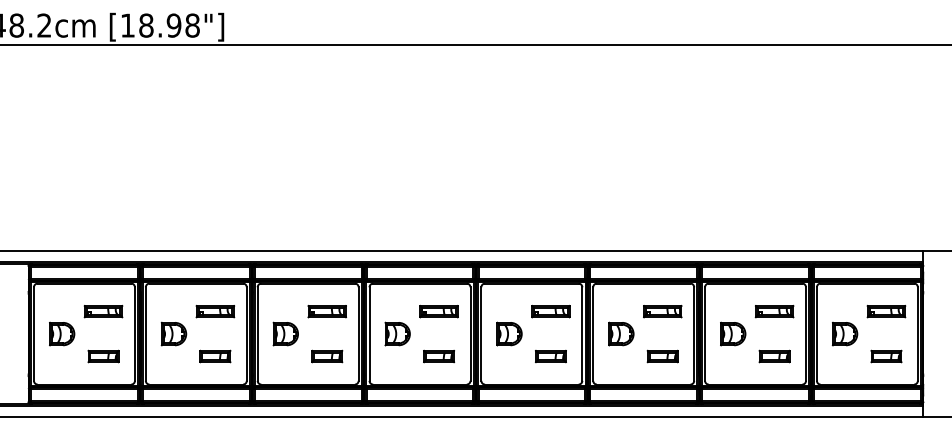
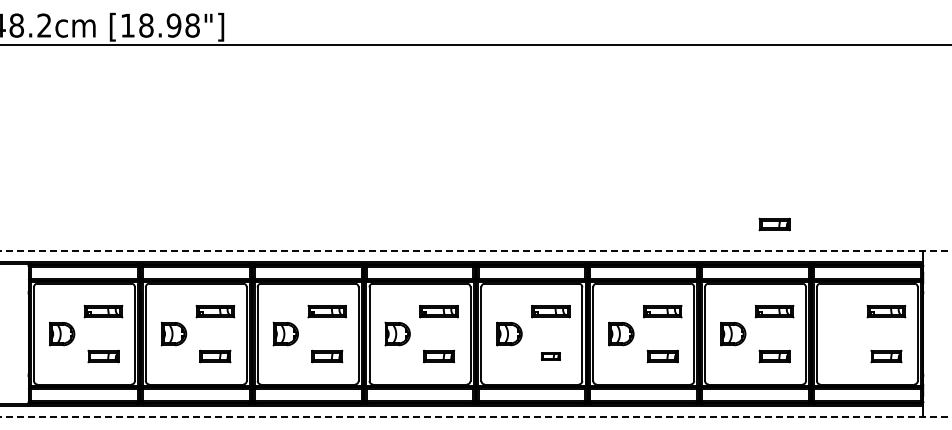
part at (774, 224): none -> present
line at (476, 251): solid -> dashed
part at (844, 333): present -> none
part at (550, 356) size: 32x15 px -> 20x9 px
line at (476, 417): solid -> dashed
